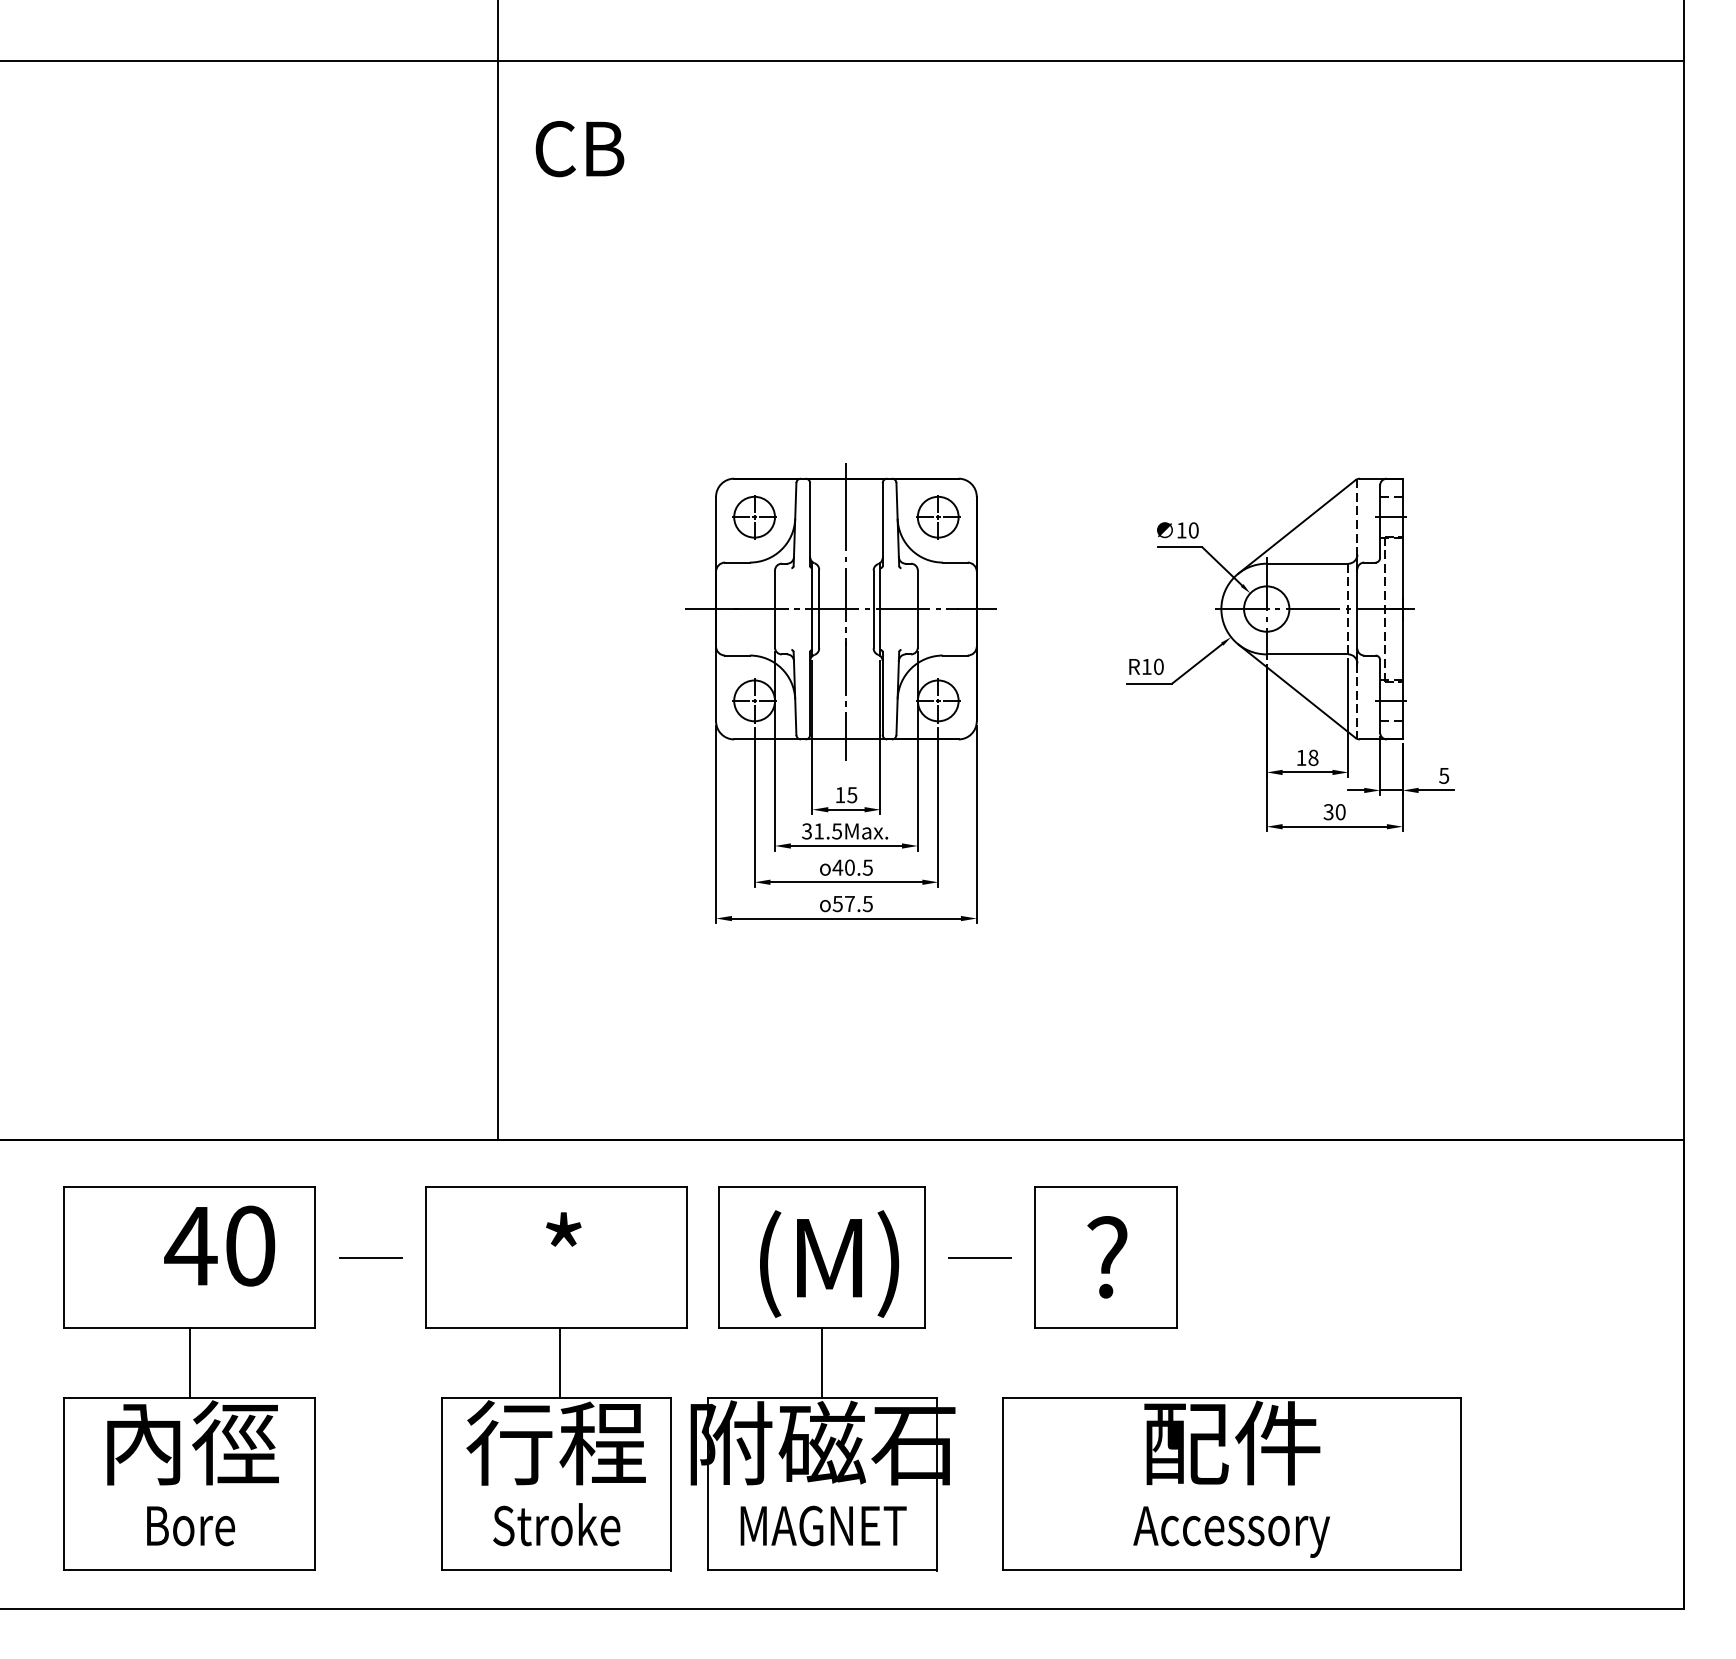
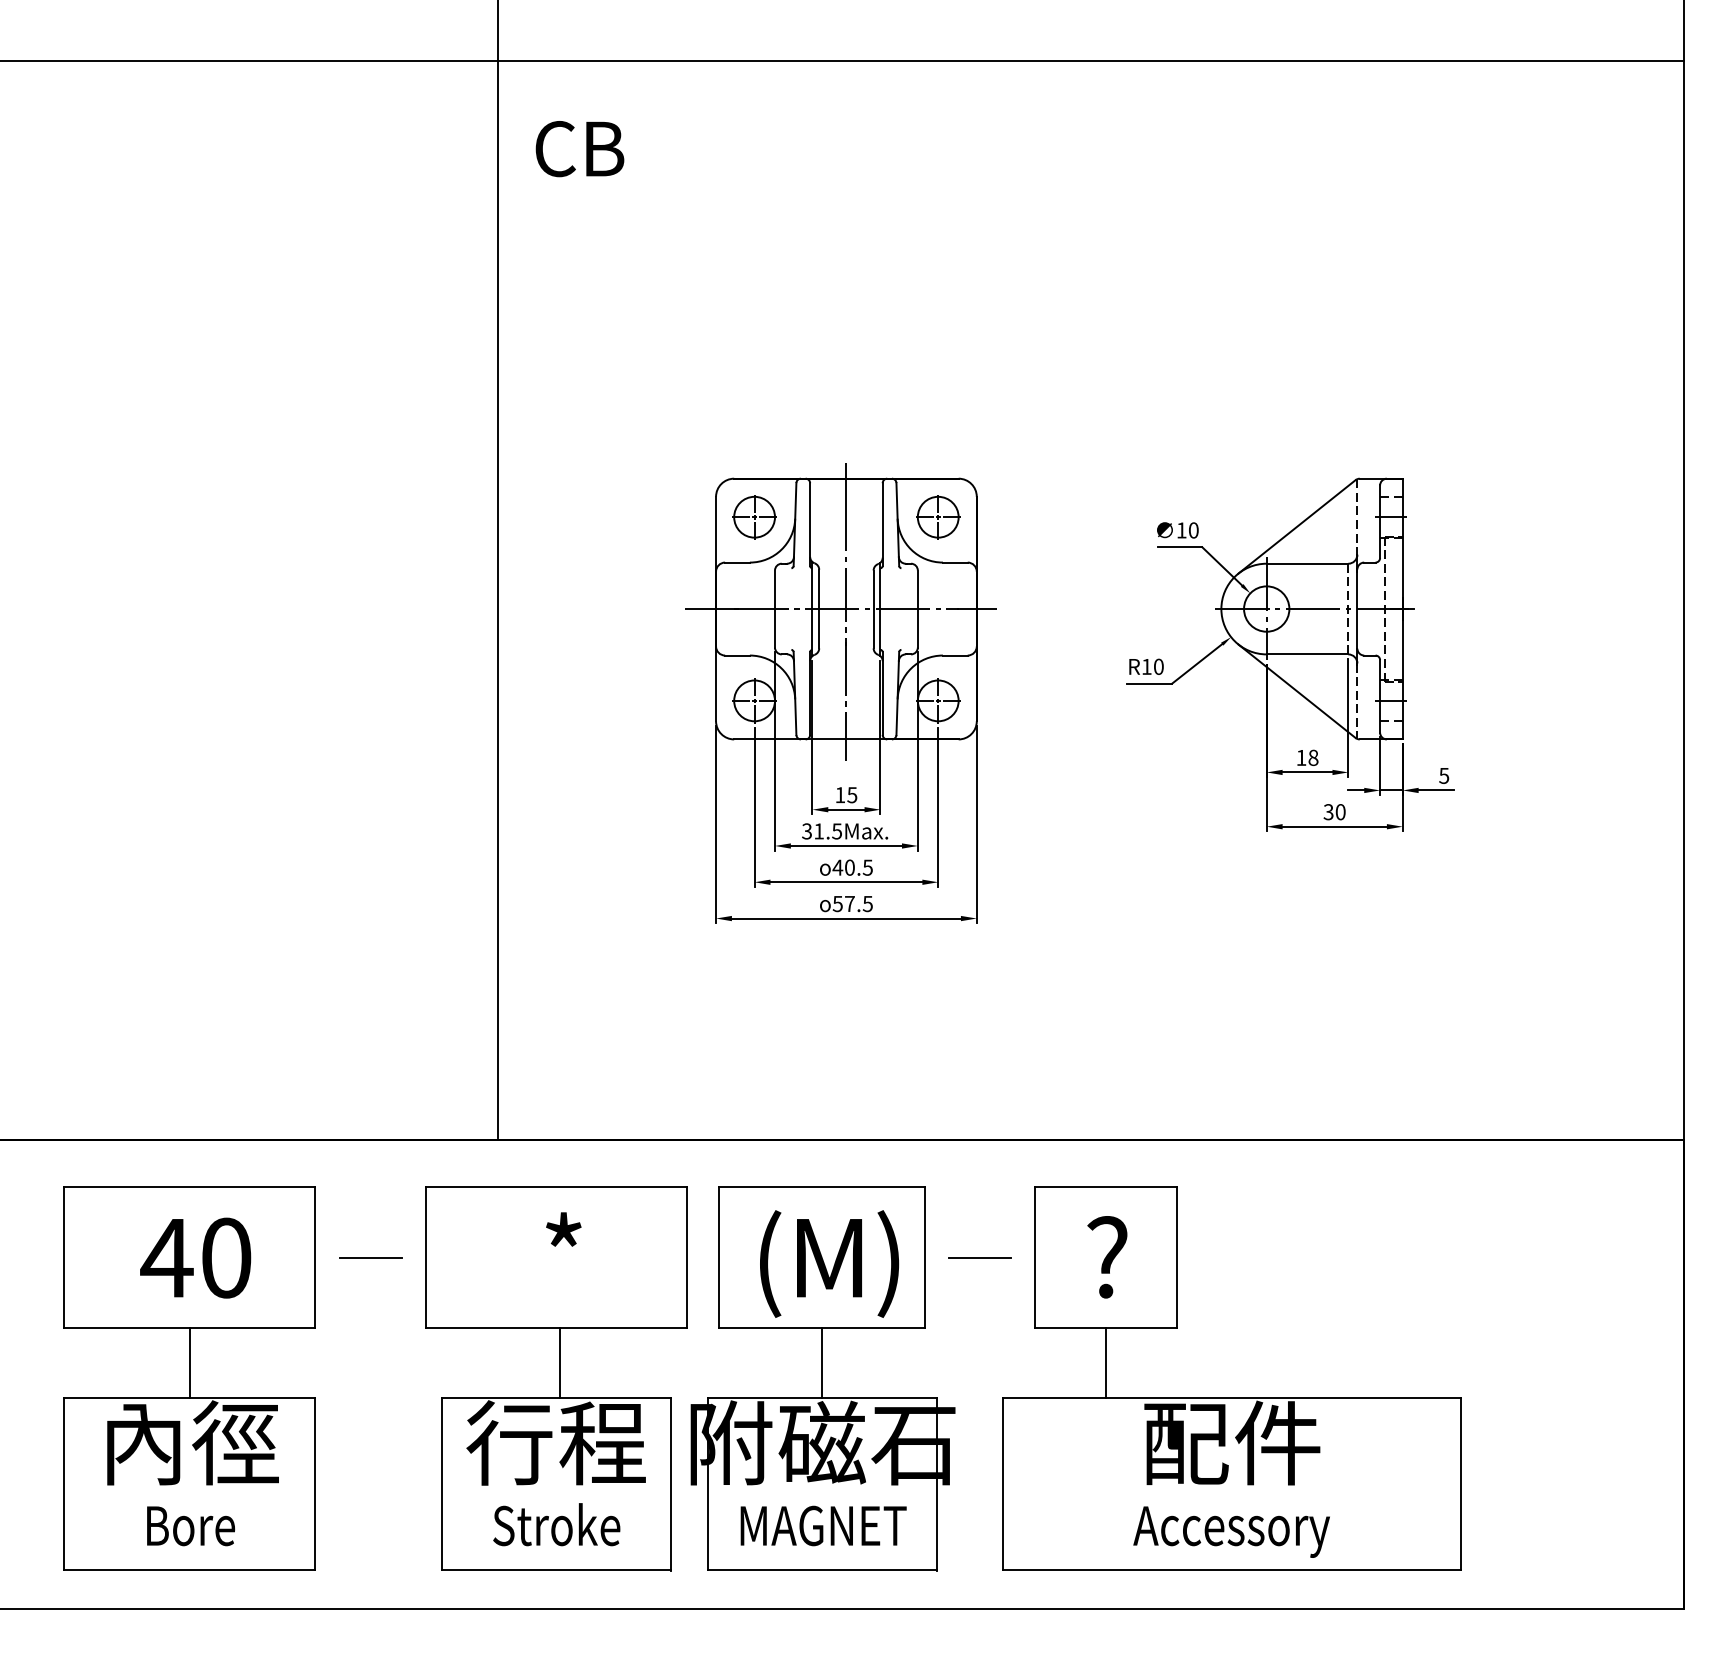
text at (219, 1245) position: (219, 1245) -> (195, 1257)
line at (1105, 1362): none -> present
